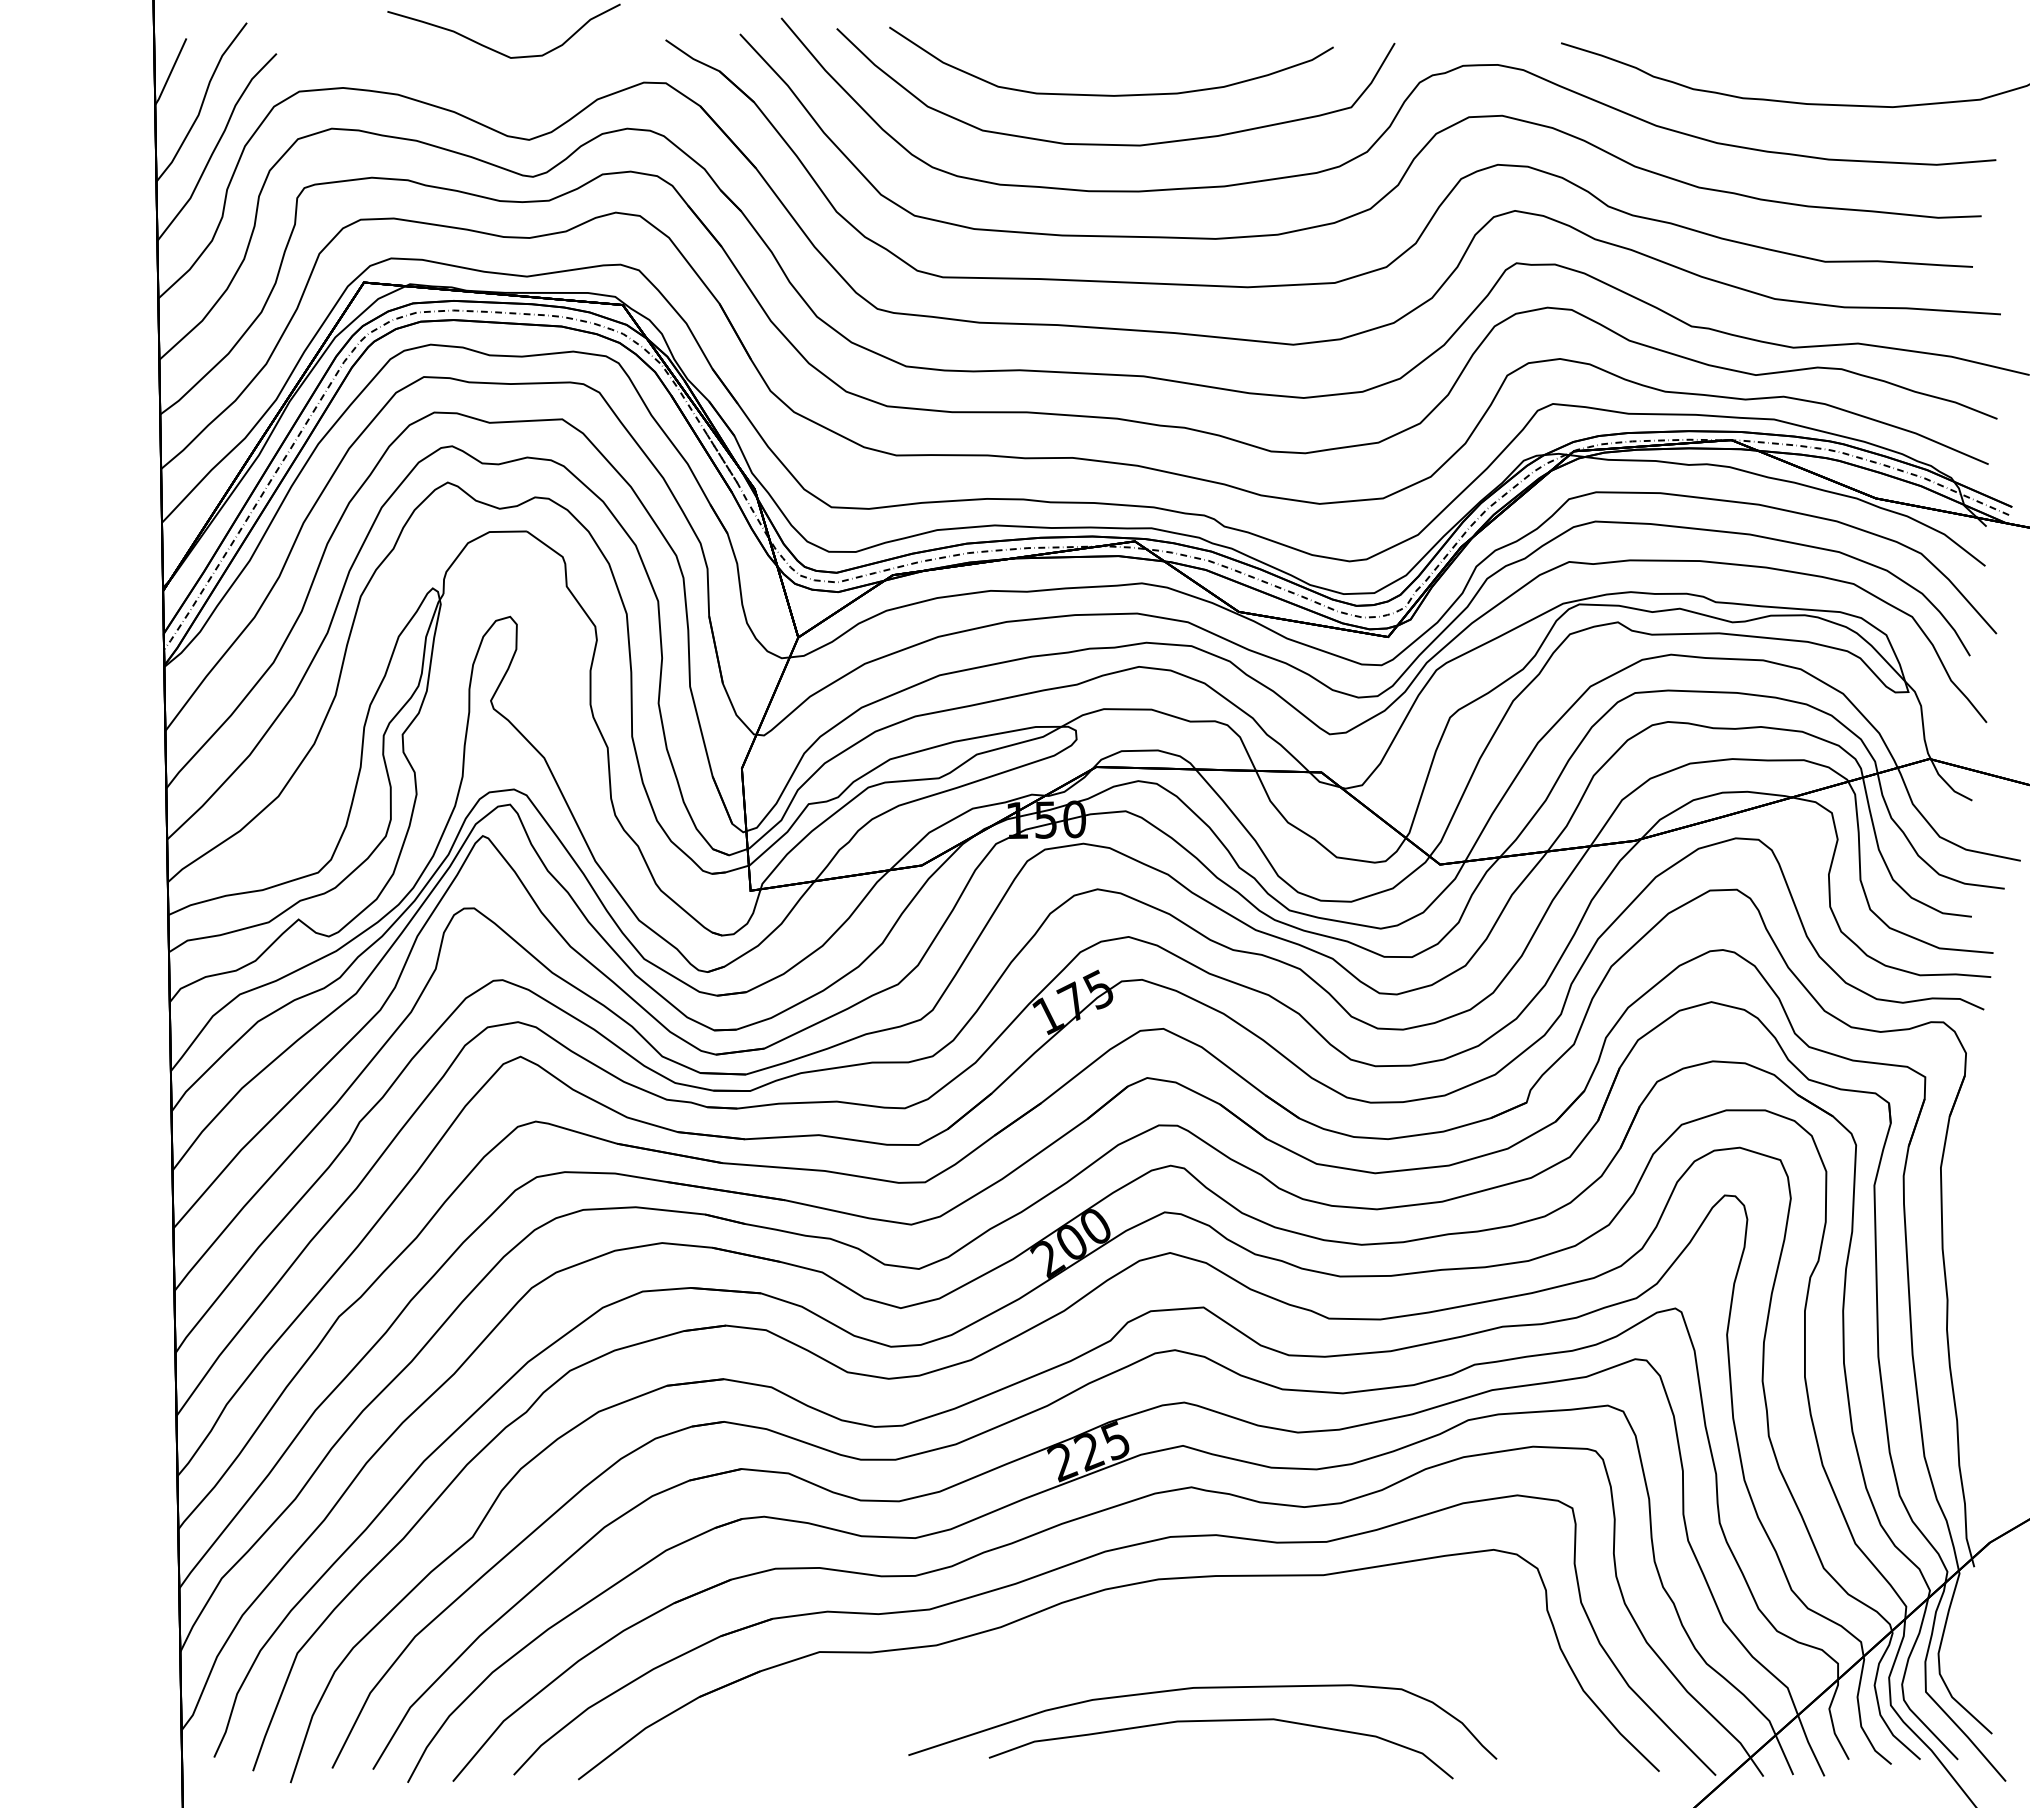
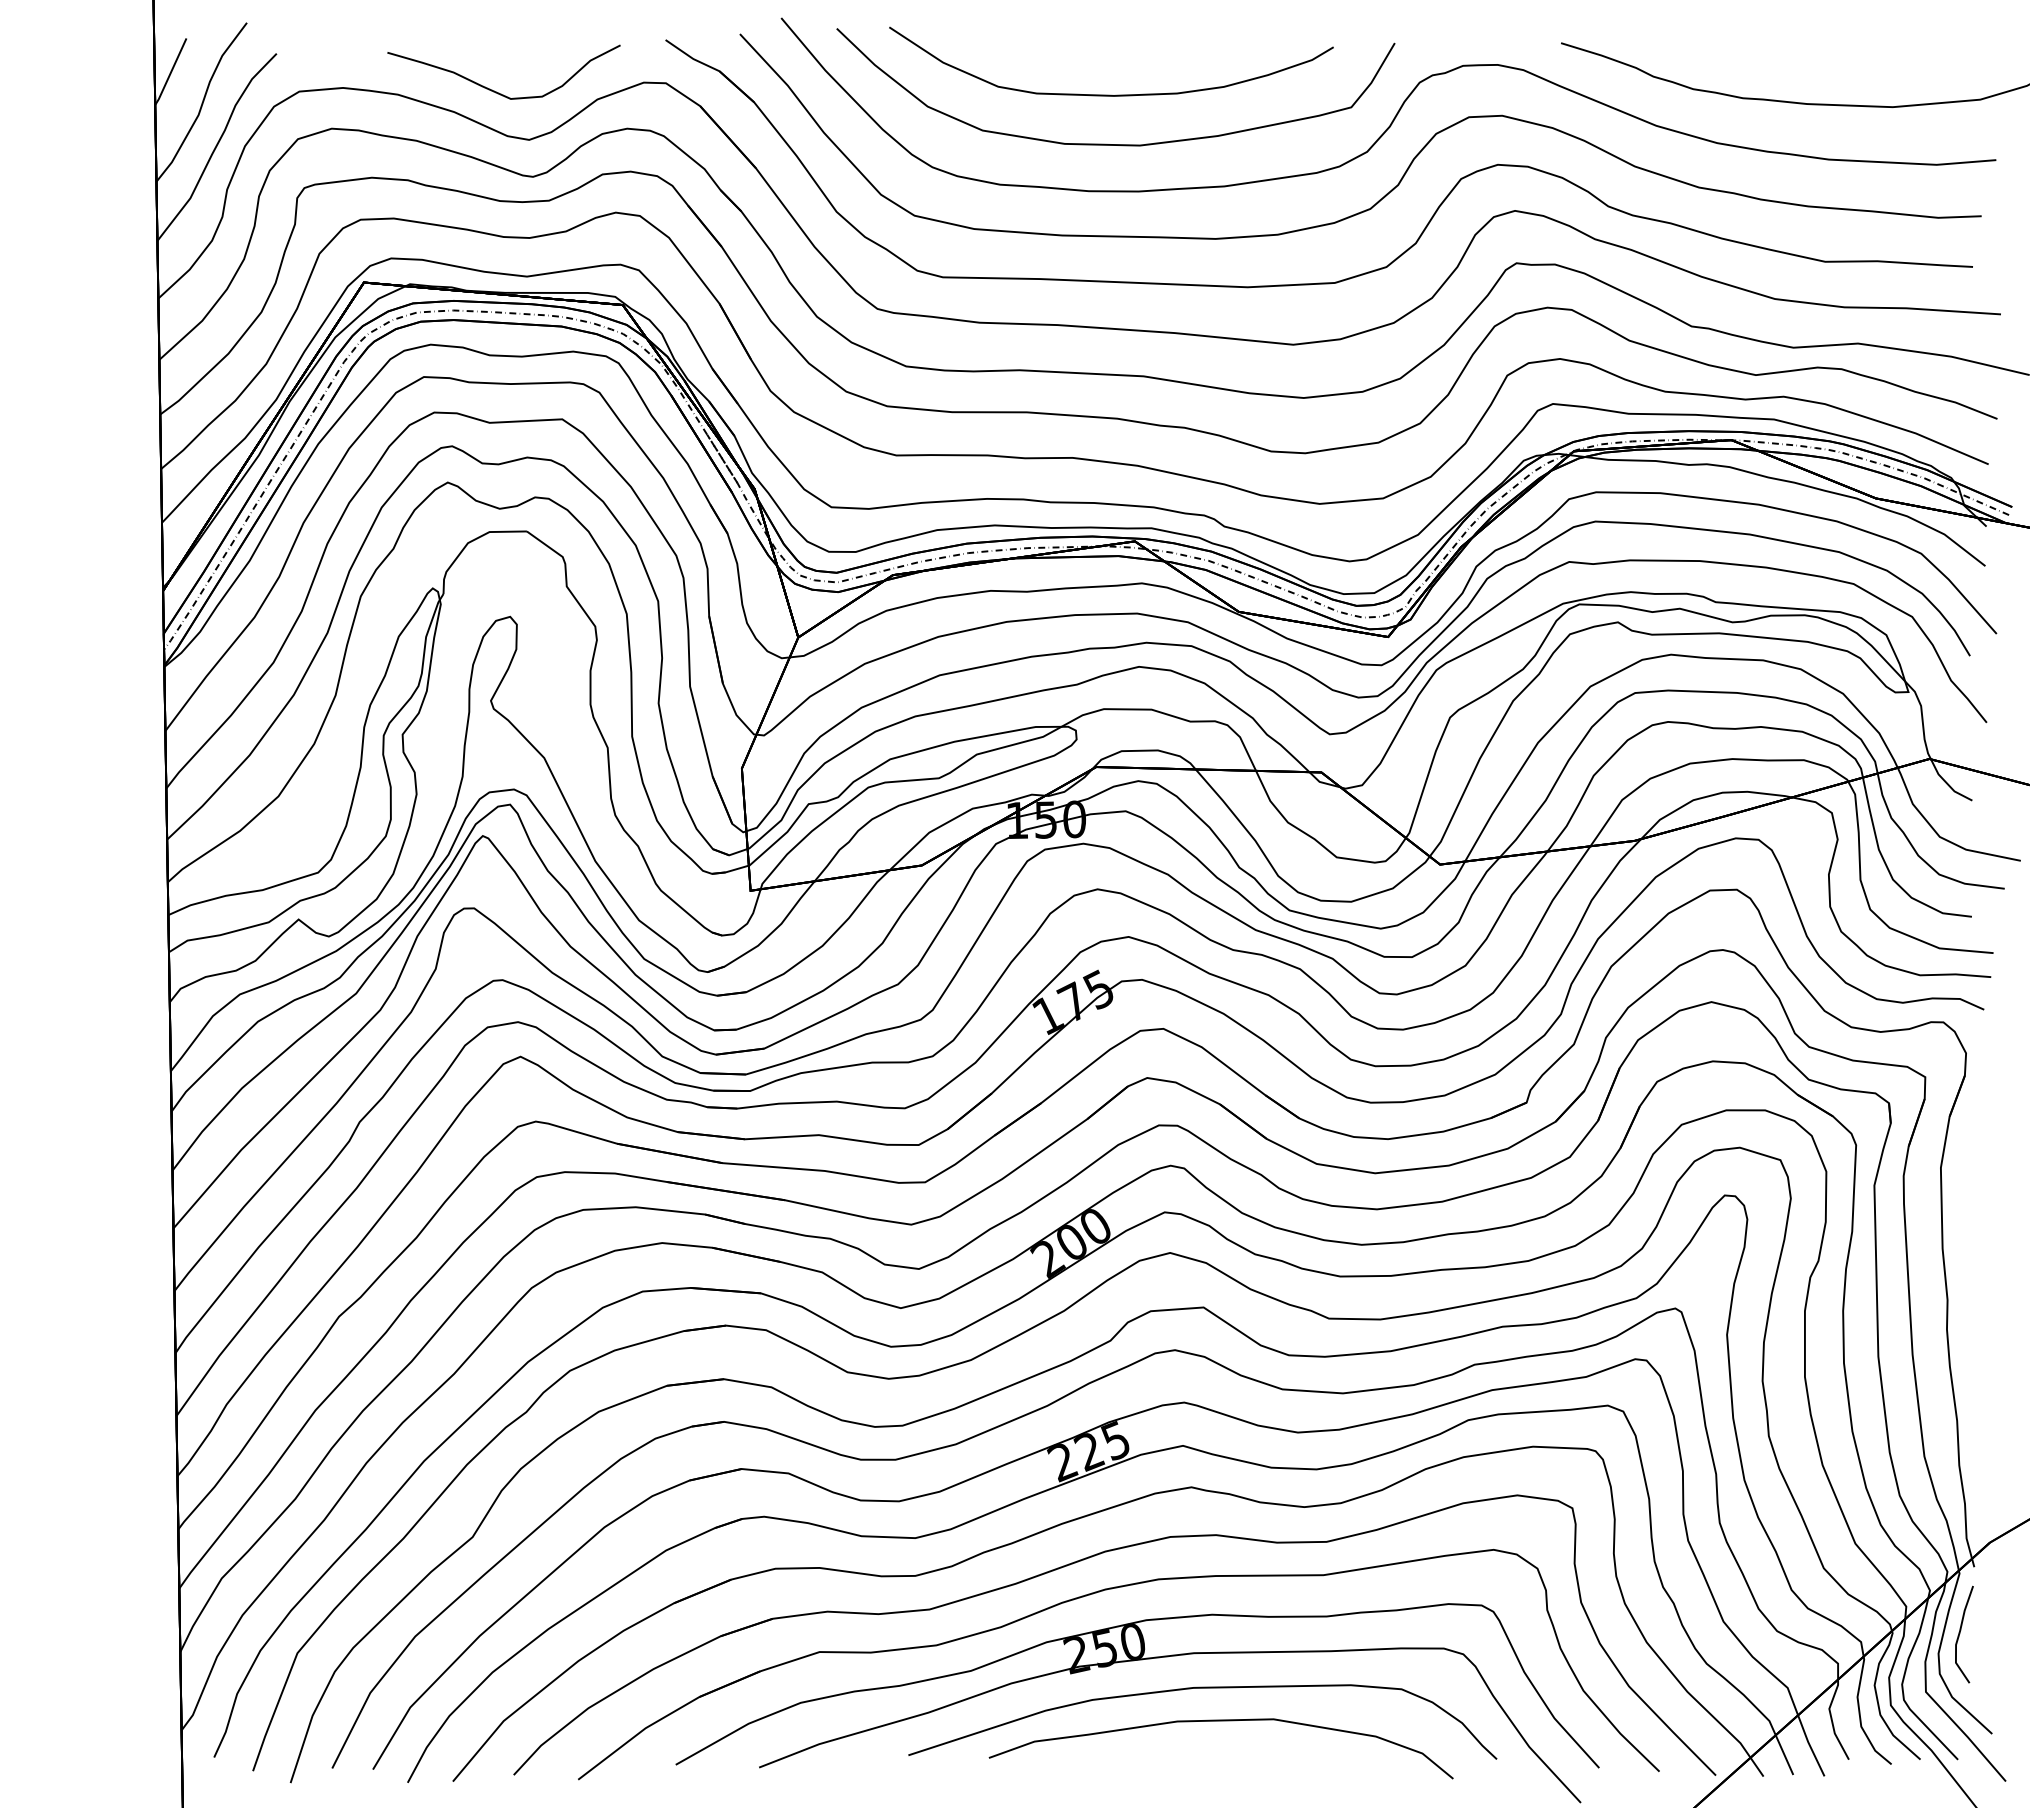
curve at (494, 49) position: (494, 49) -> (494, 90)
curve at (1960, 1633): none -> present
part at (1134, 1661): none -> present
